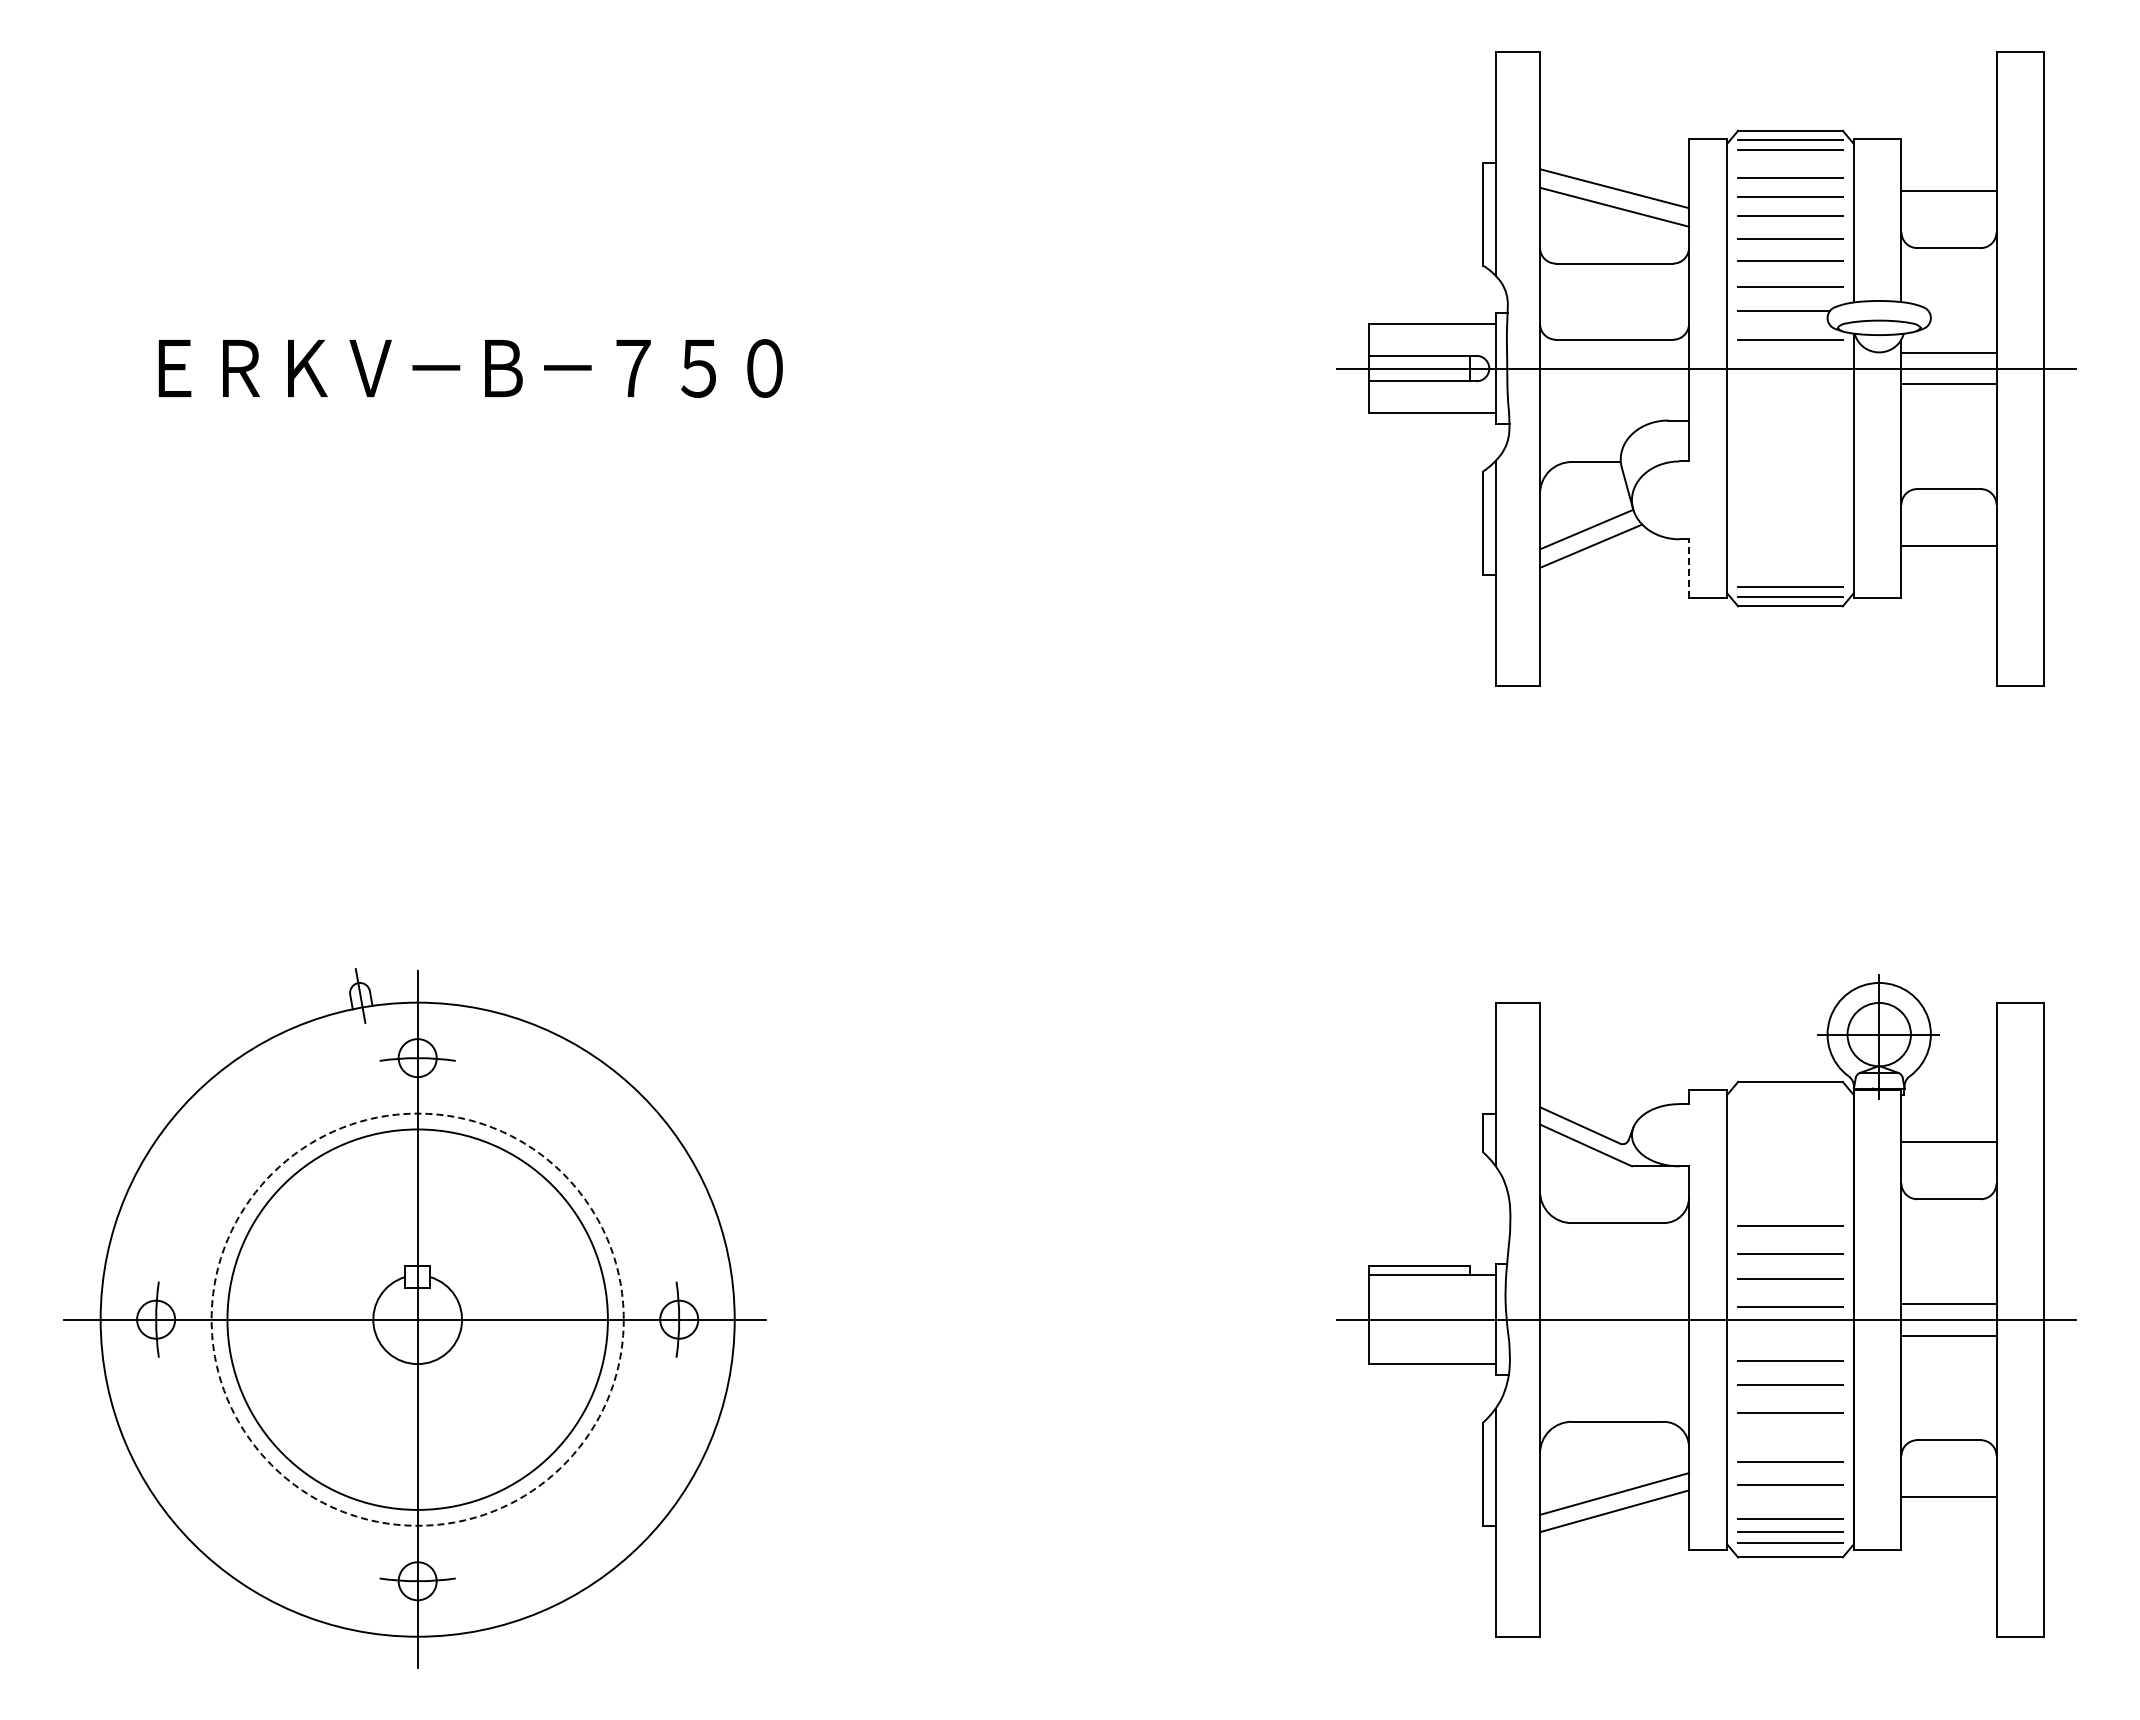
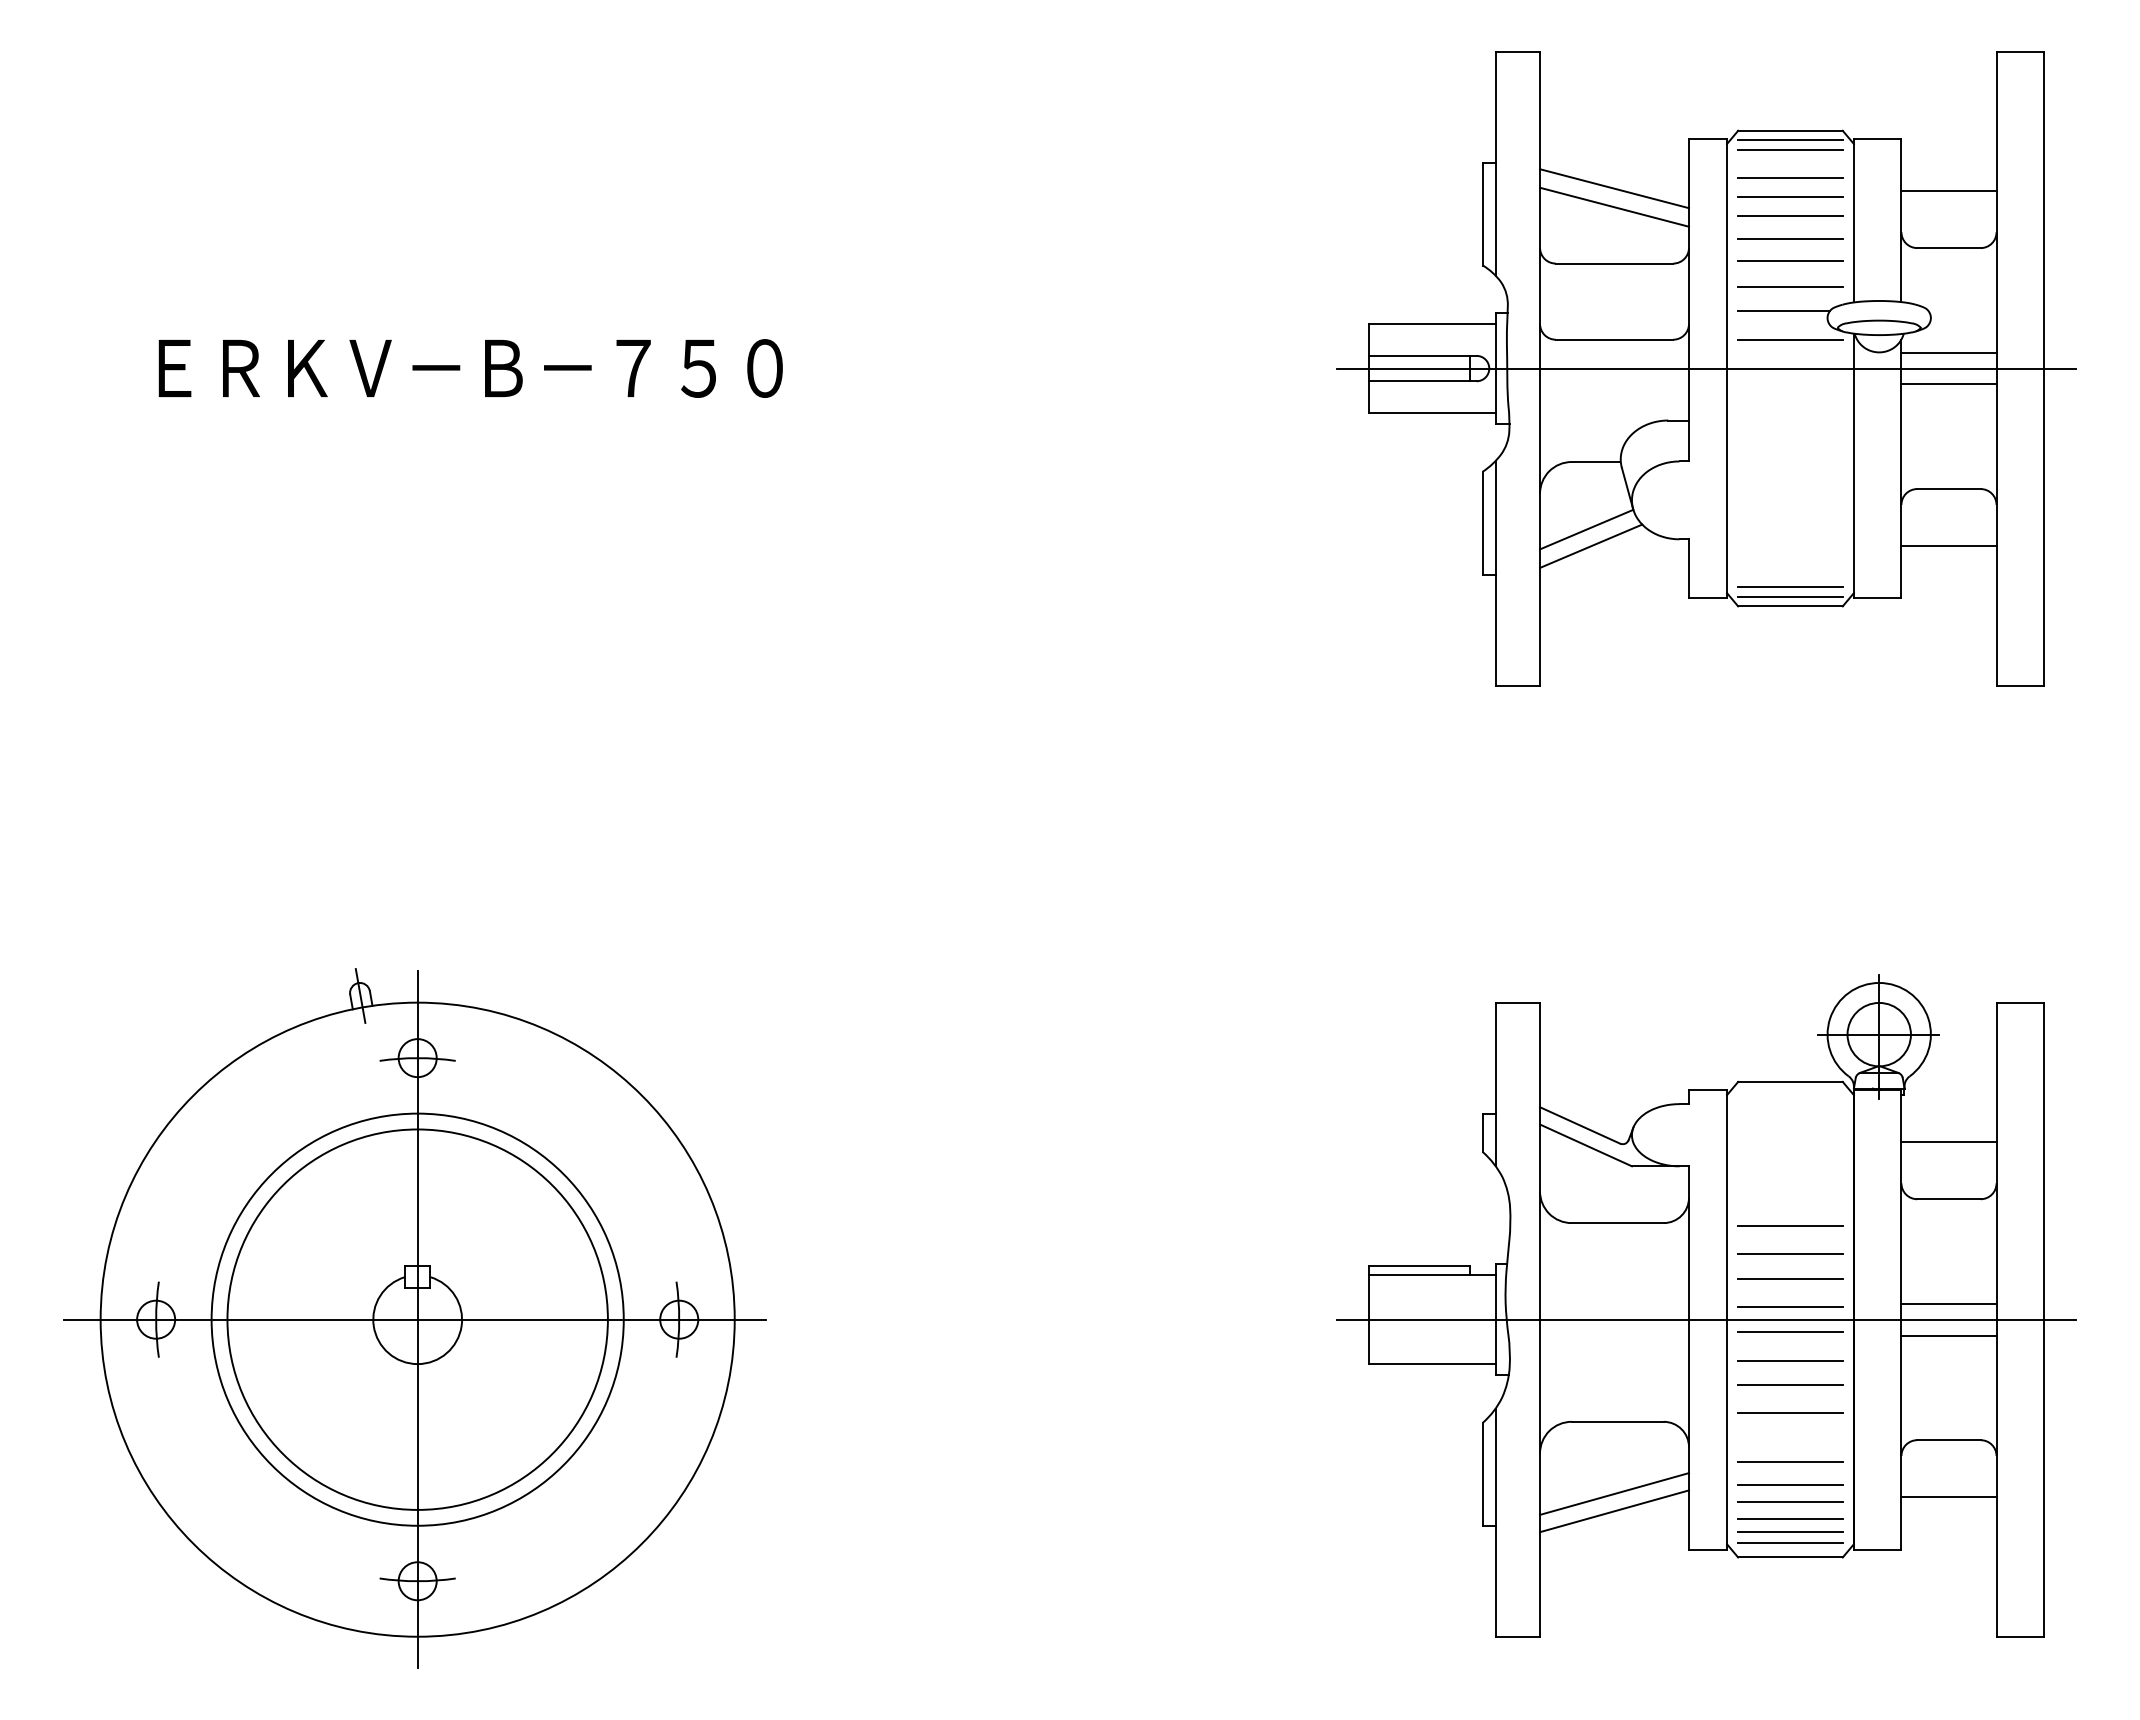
line at (1689, 568): dashed -> solid
circle at (417, 1319): dashed -> solid
line at (1790, 1332): none -> present
line at (1790, 1502): none -> present
